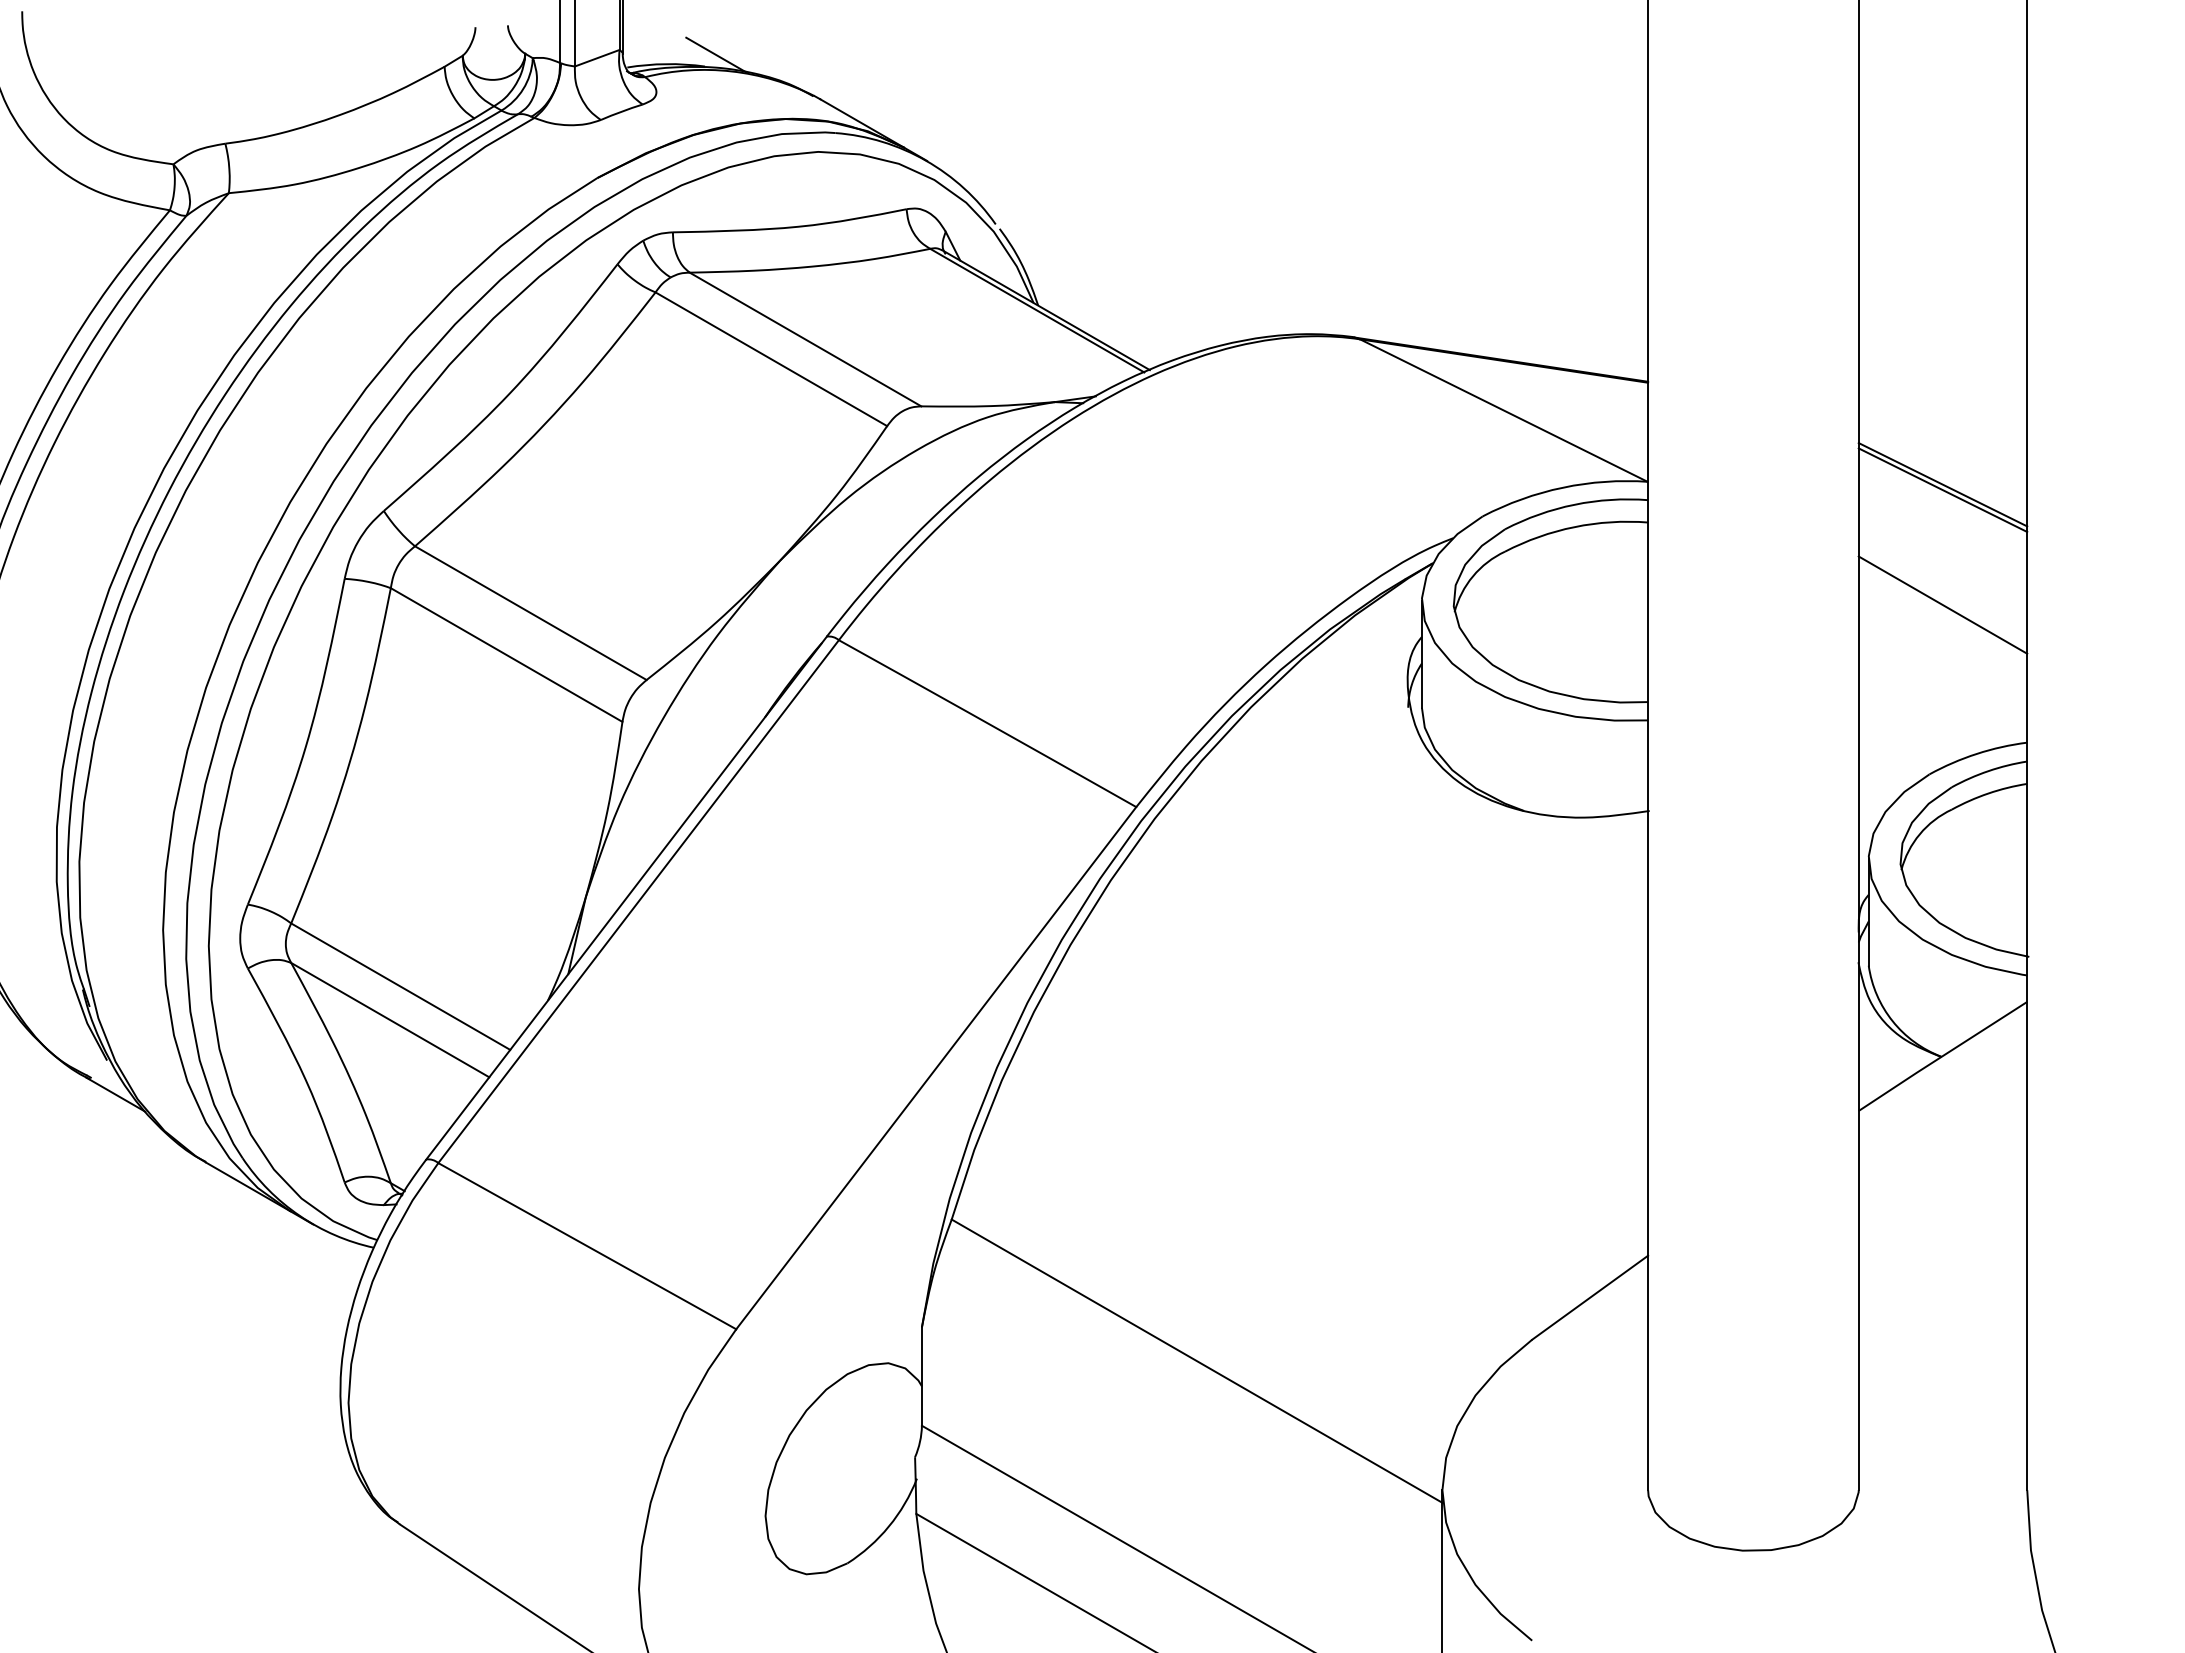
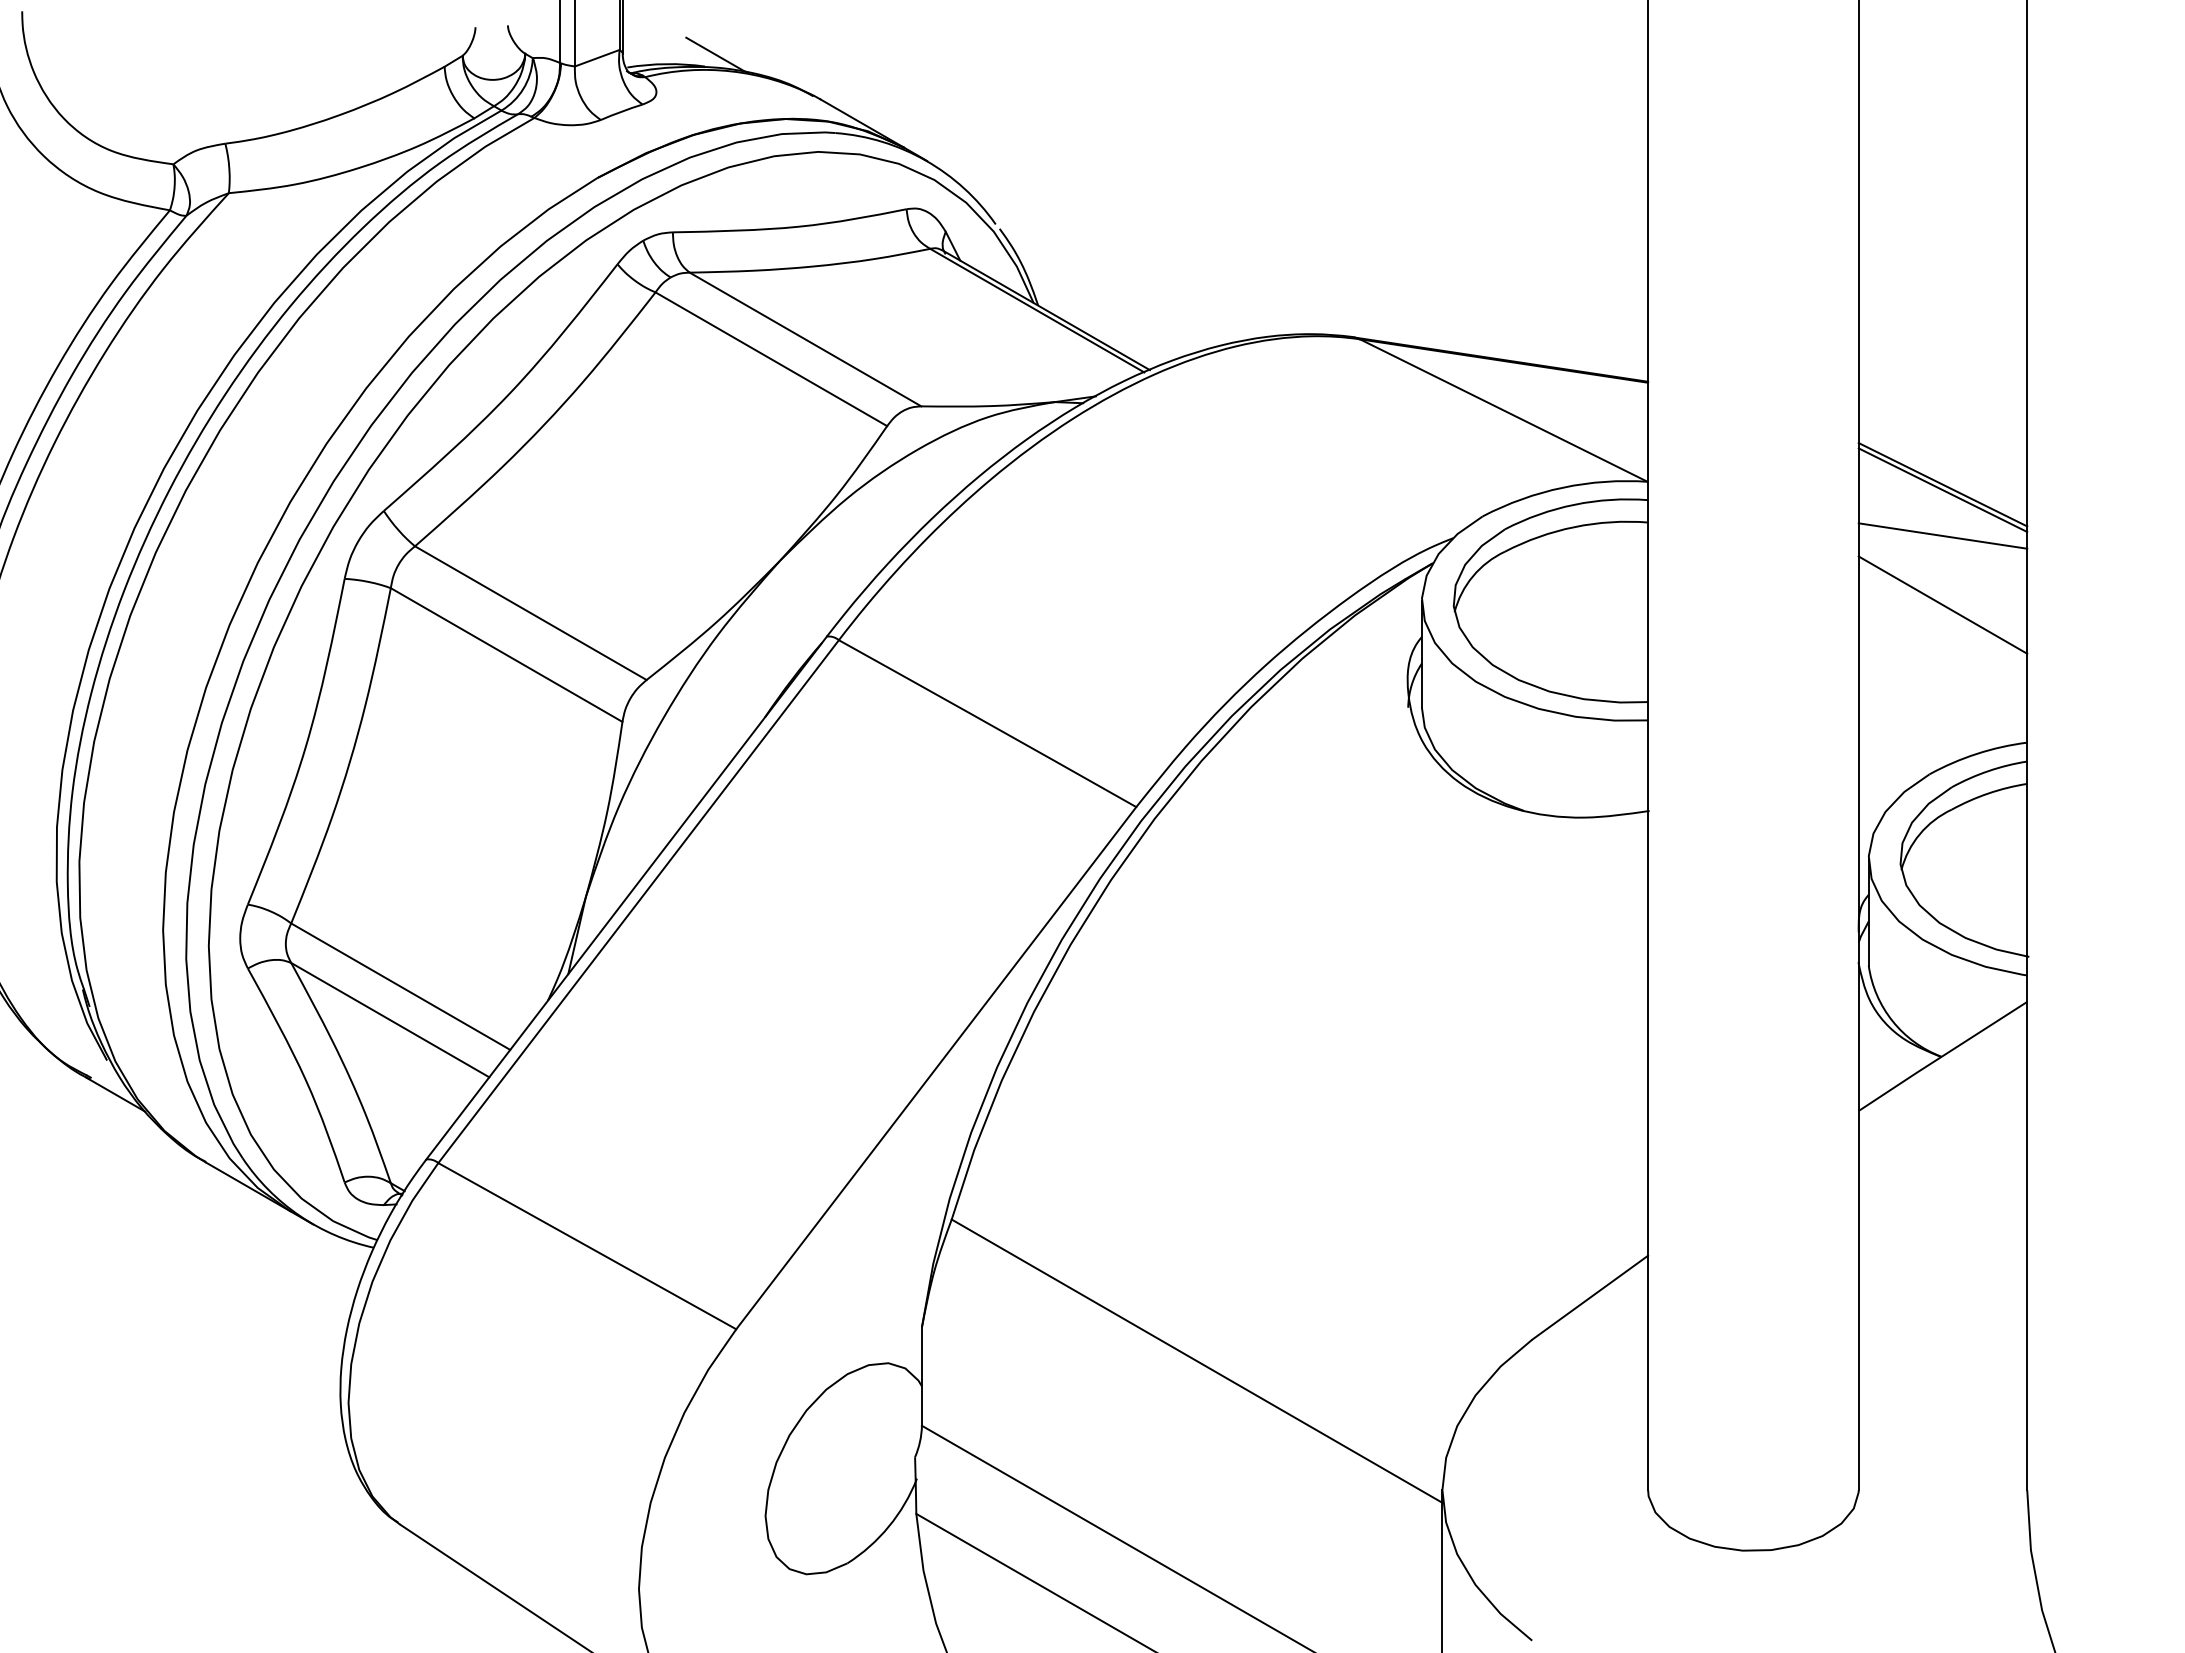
line at (1942, 535): none -> present
